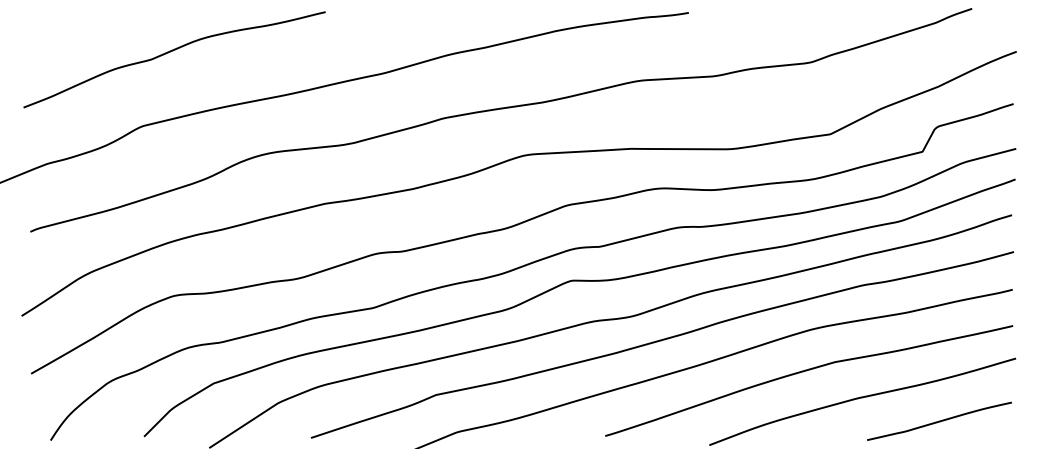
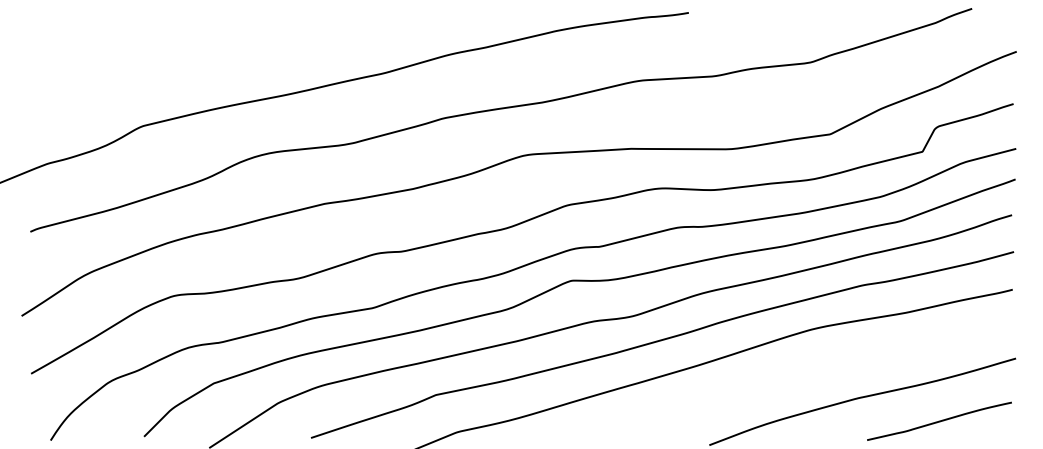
curve at (173, 51): present -> none
curve at (806, 371): present -> none
